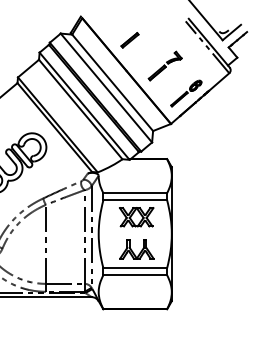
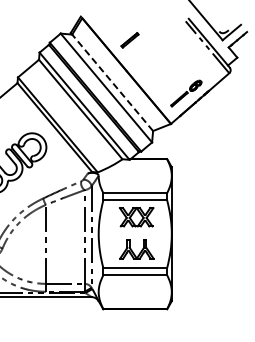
part at (164, 65): present -> none
line at (112, 82): solid -> dashed
